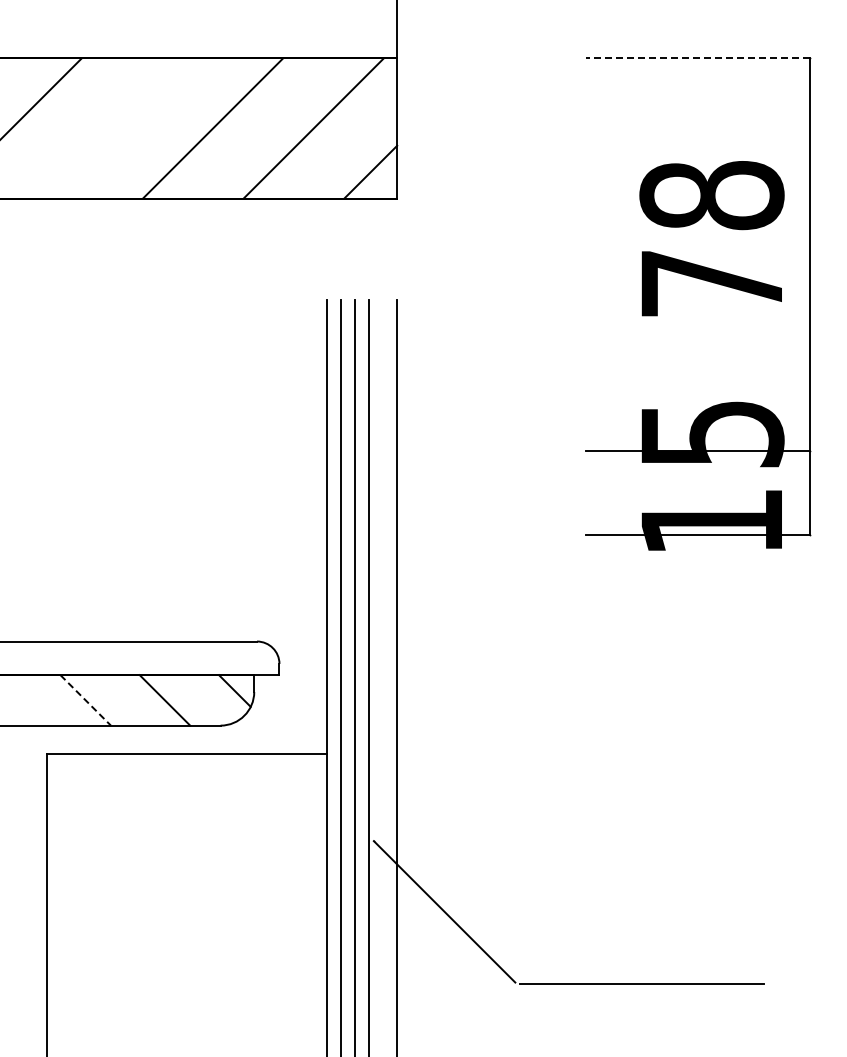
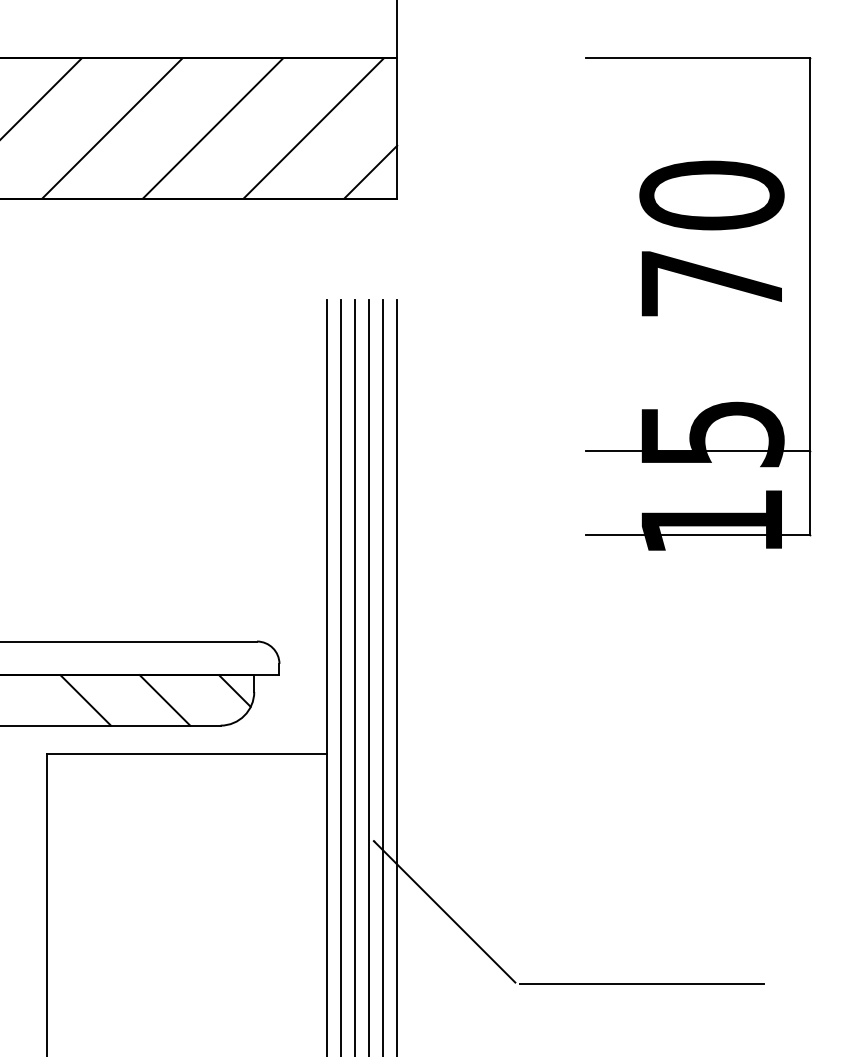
line at (697, 58): dashed -> solid
line at (112, 128): none -> present
text at (711, 195): 78 -> 70
line at (383, 676): none -> present
line at (85, 700): dashed -> solid
